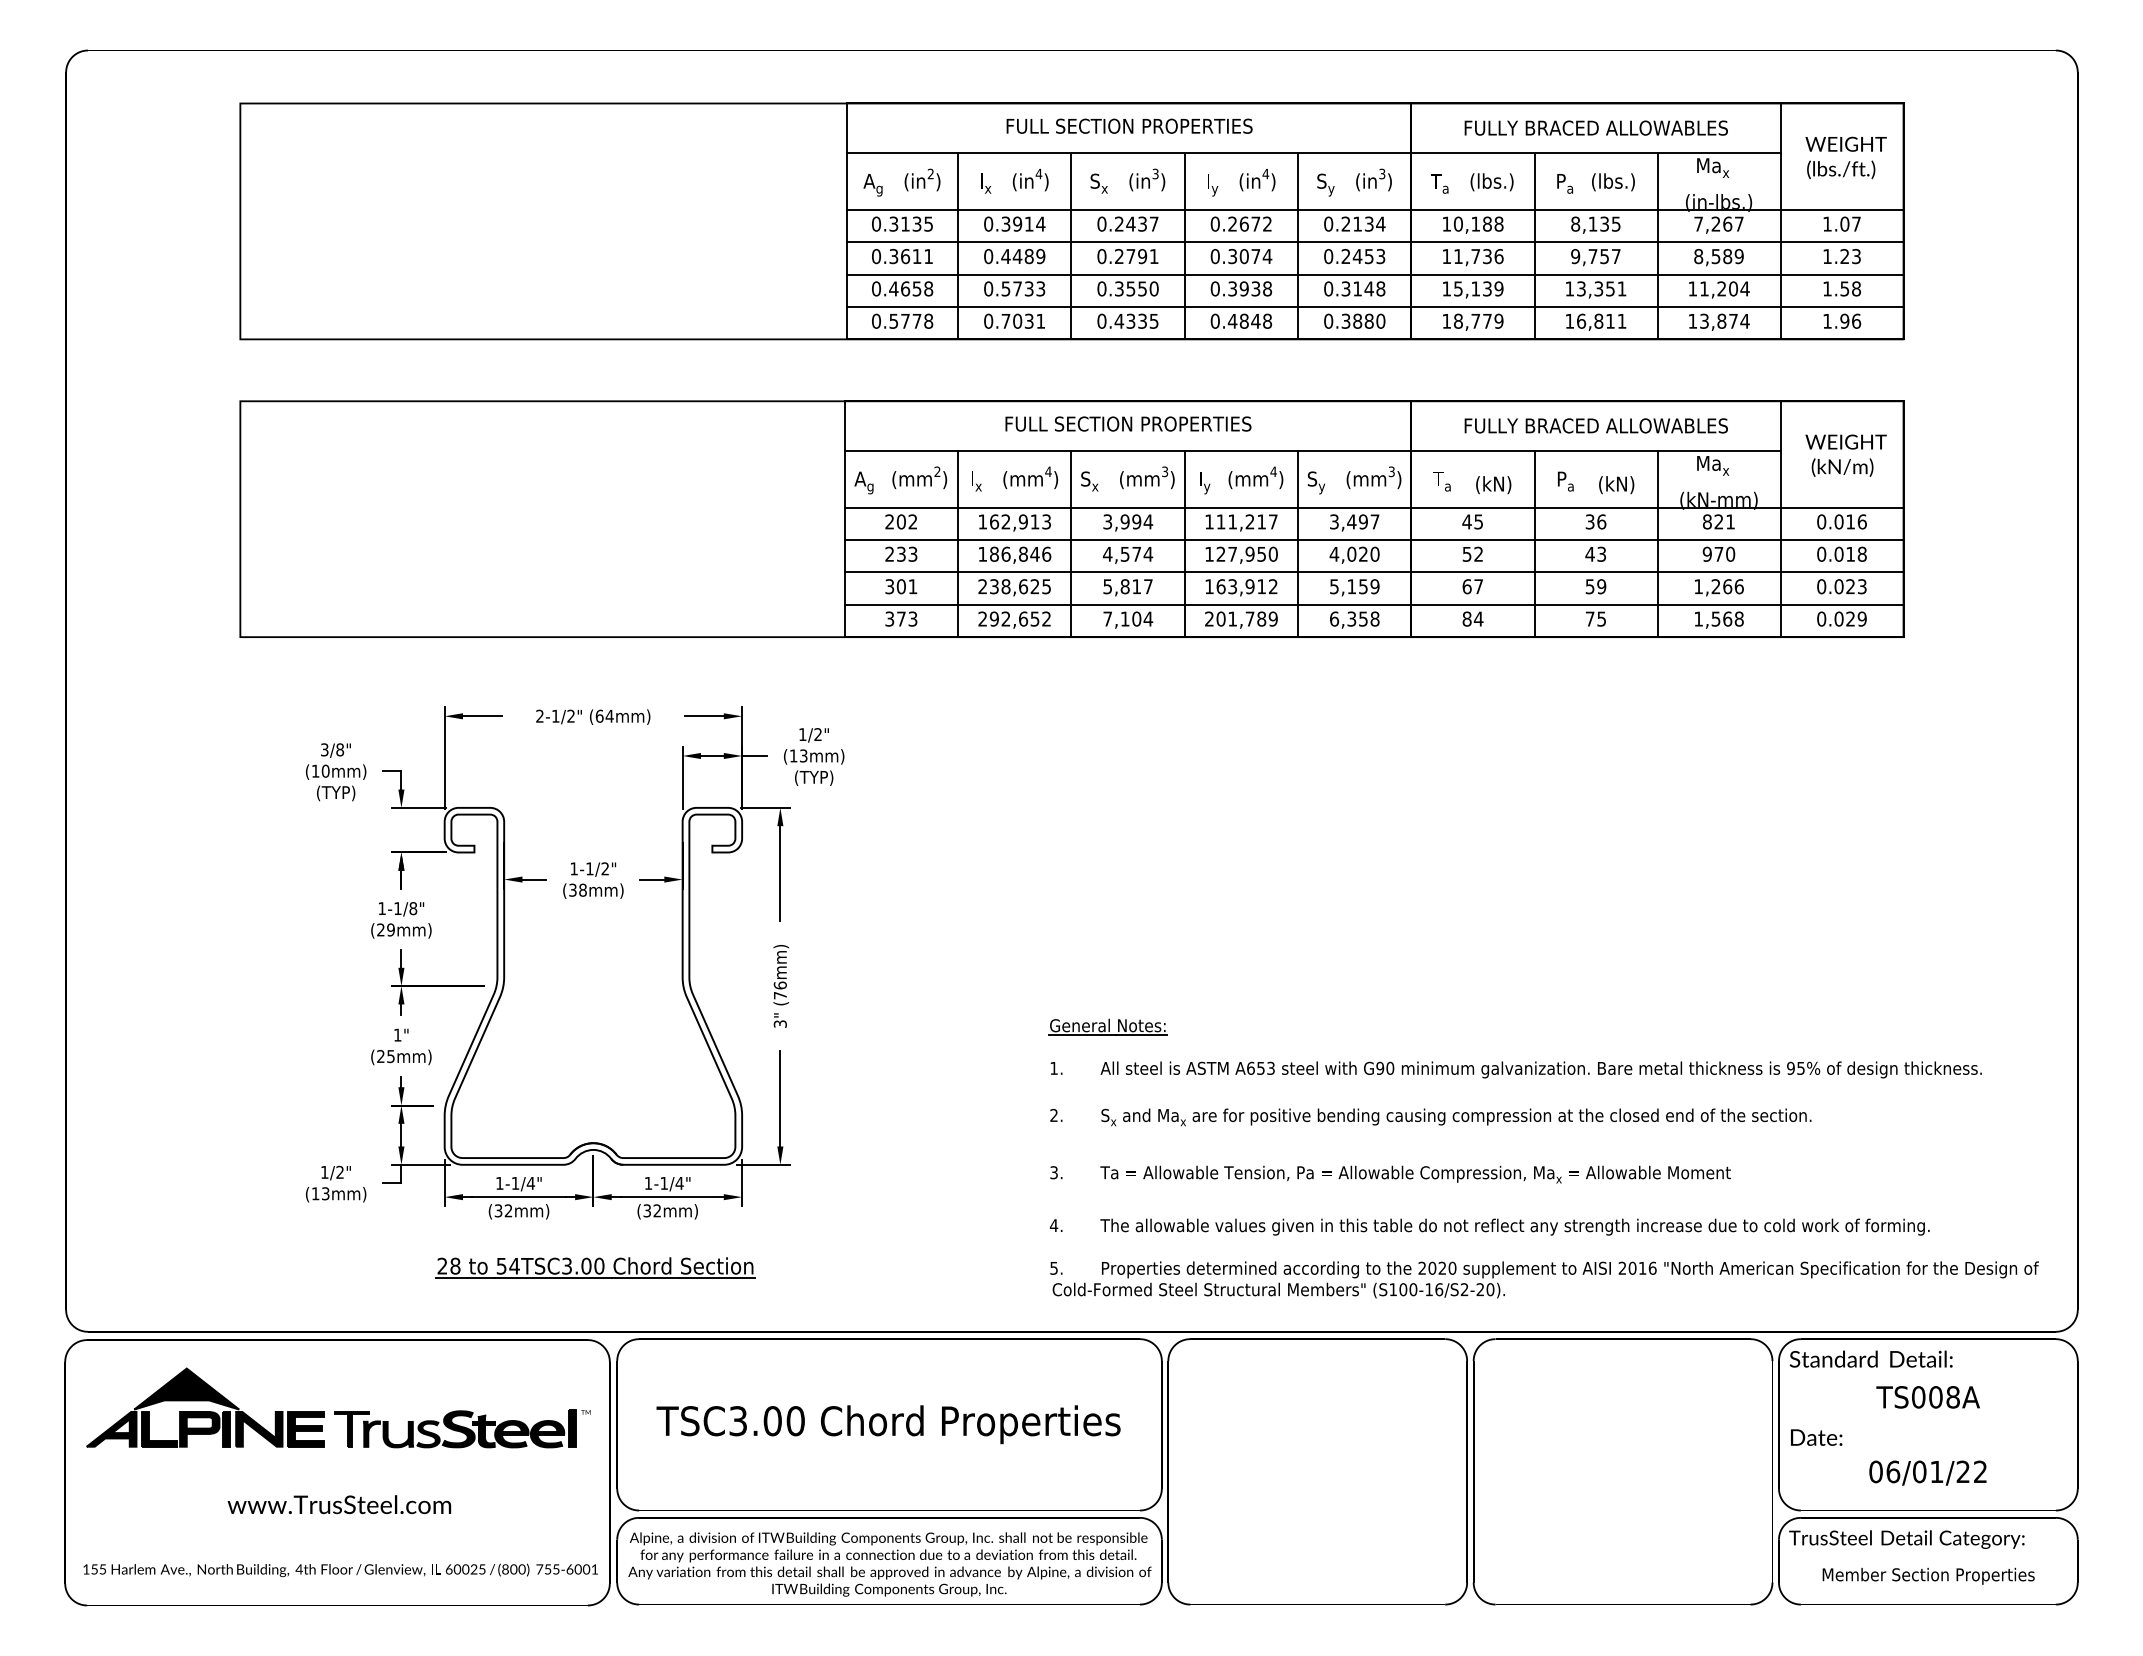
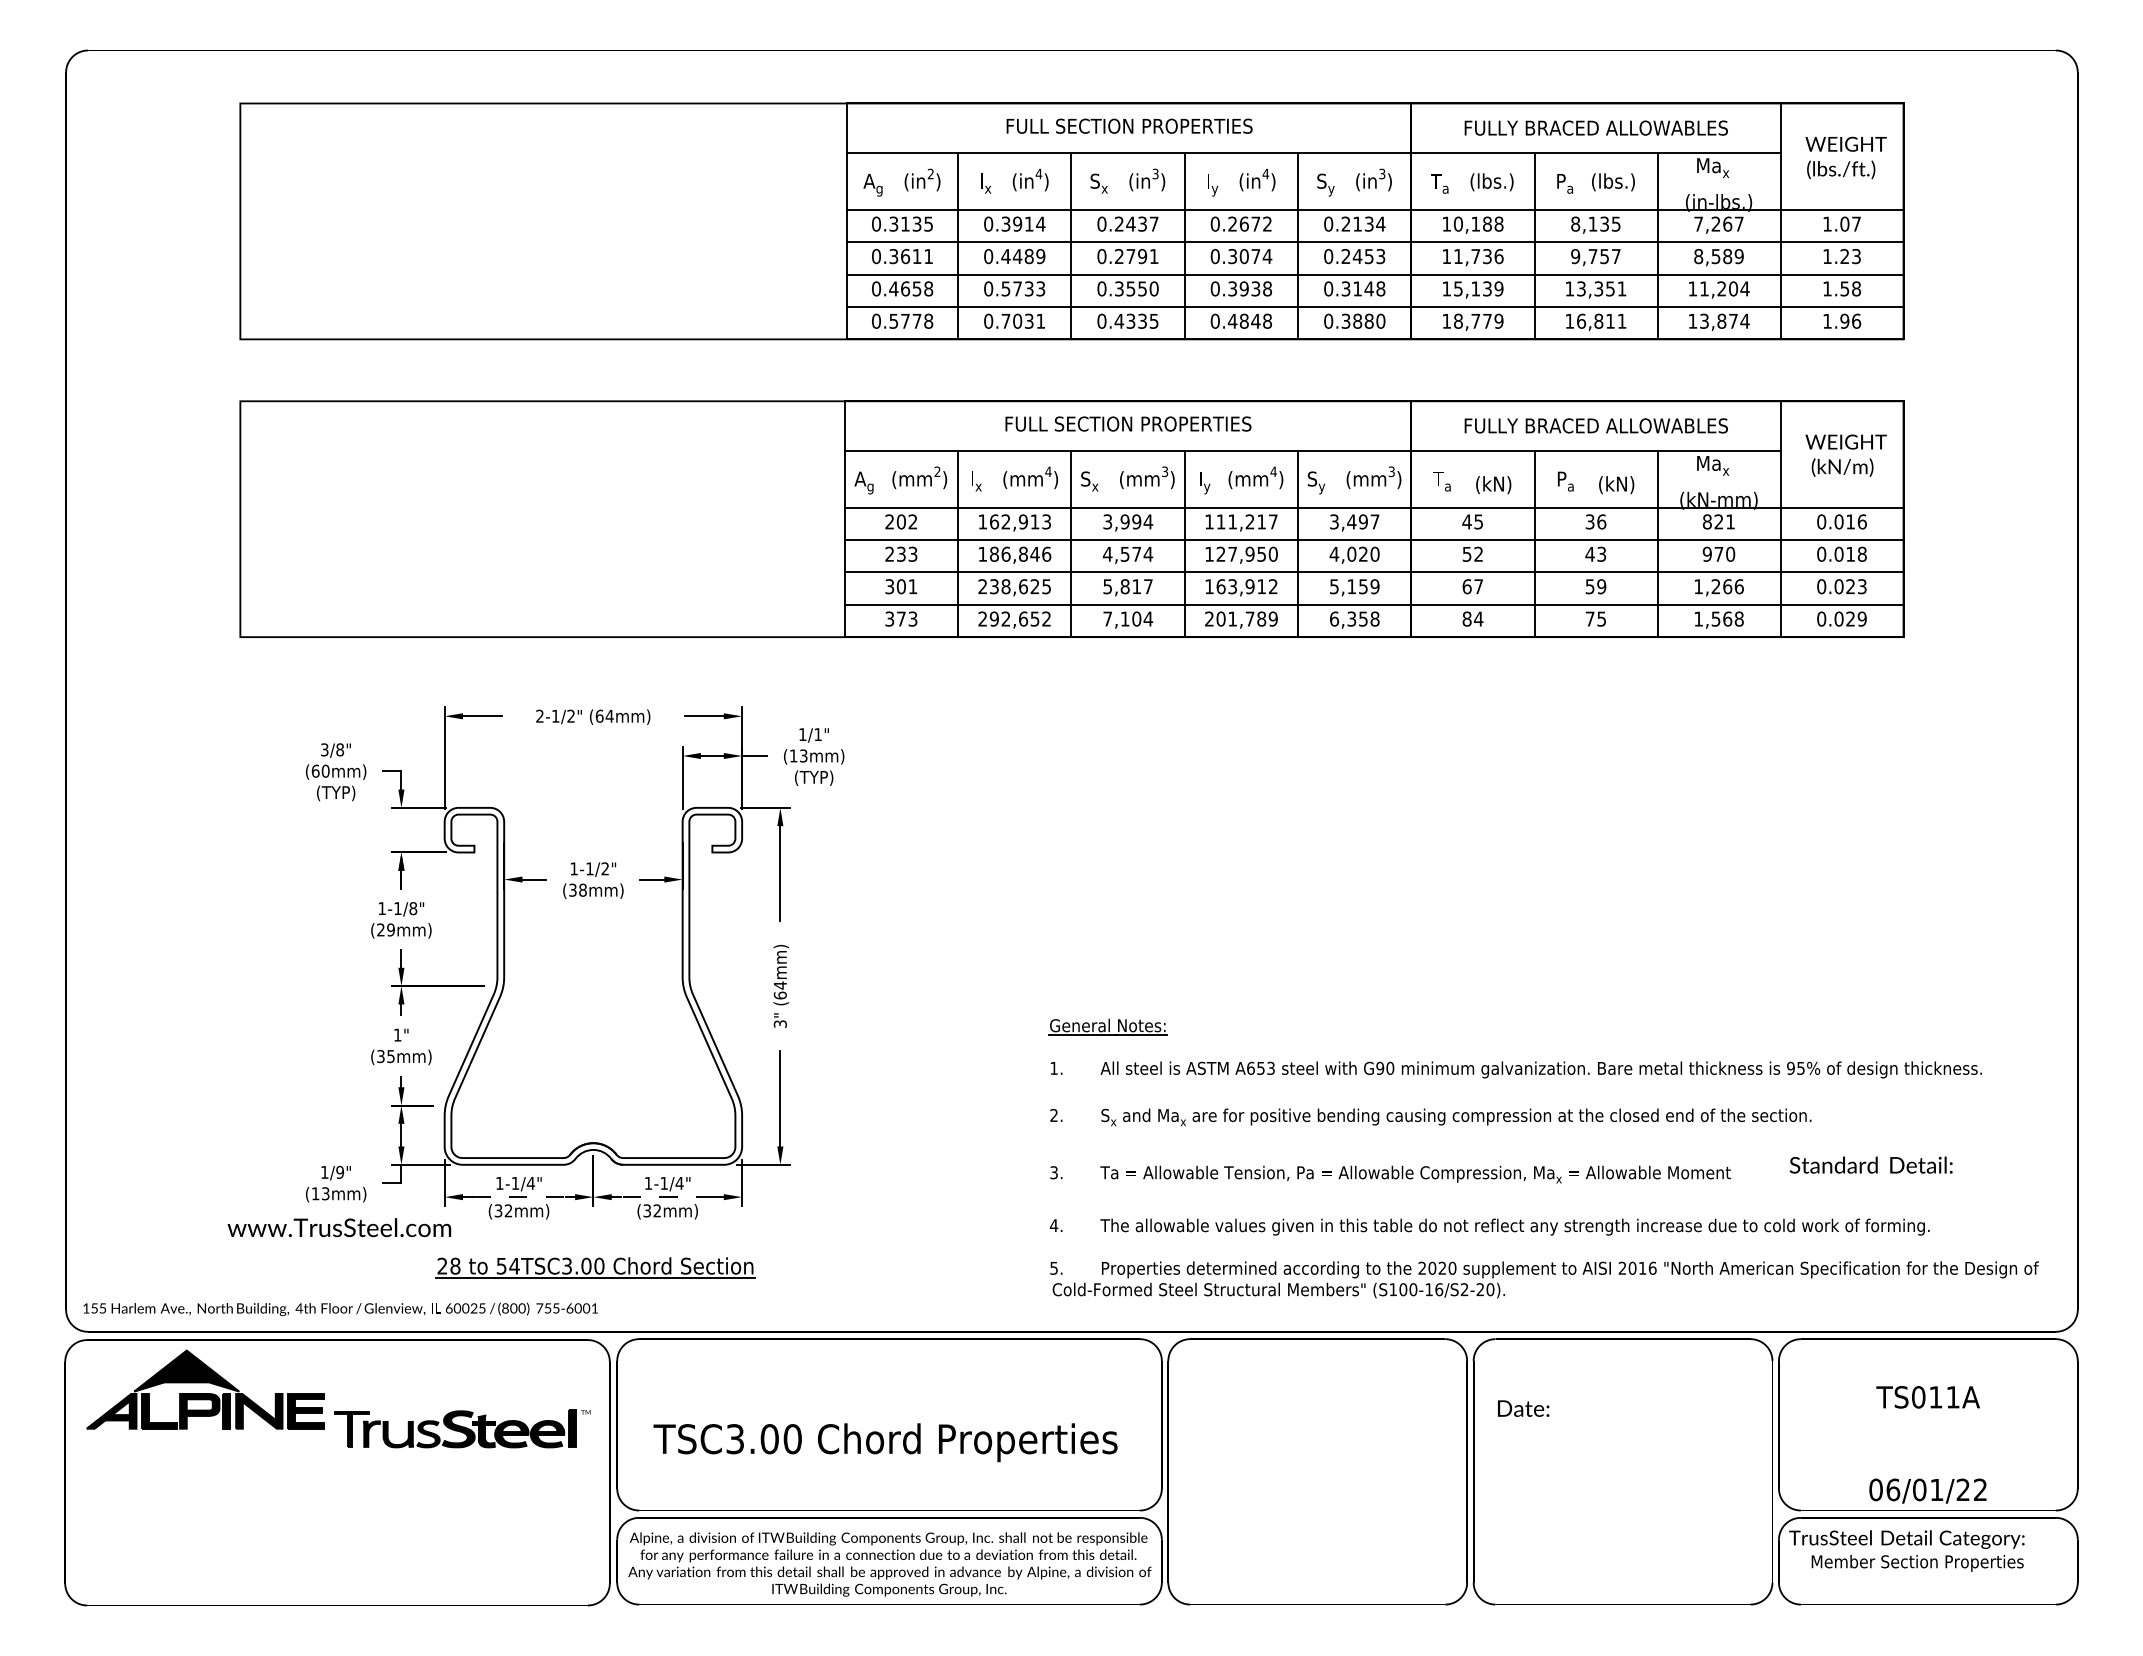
text at (817, 734): 1/2" -> 1/1"
text at (315, 770): (10mm) -> (60mm)
text at (779, 990): (76mm) -> (64mm)
text at (380, 1056): (25mm) -> (35mm)
text at (340, 1172): 1/2" -> 1/9"
line at (519, 1197): solid -> dashed
line at (667, 1197): solid -> dashed
text at (1870, 1358) position: (1870, 1358) -> (1870, 1164)
text at (1944, 1397): TS008A -> TS011A
part at (205, 1407) position: (205, 1407) -> (205, 1389)
text at (888, 1424) position: (888, 1424) -> (885, 1442)
text at (1816, 1437) position: (1816, 1437) -> (1523, 1408)
text at (1927, 1472) position: (1927, 1472) -> (1927, 1490)
text at (339, 1504) position: (339, 1504) -> (339, 1227)
text at (340, 1570) position: (340, 1570) -> (340, 1309)
text at (1928, 1575) position: (1928, 1575) -> (1917, 1562)
